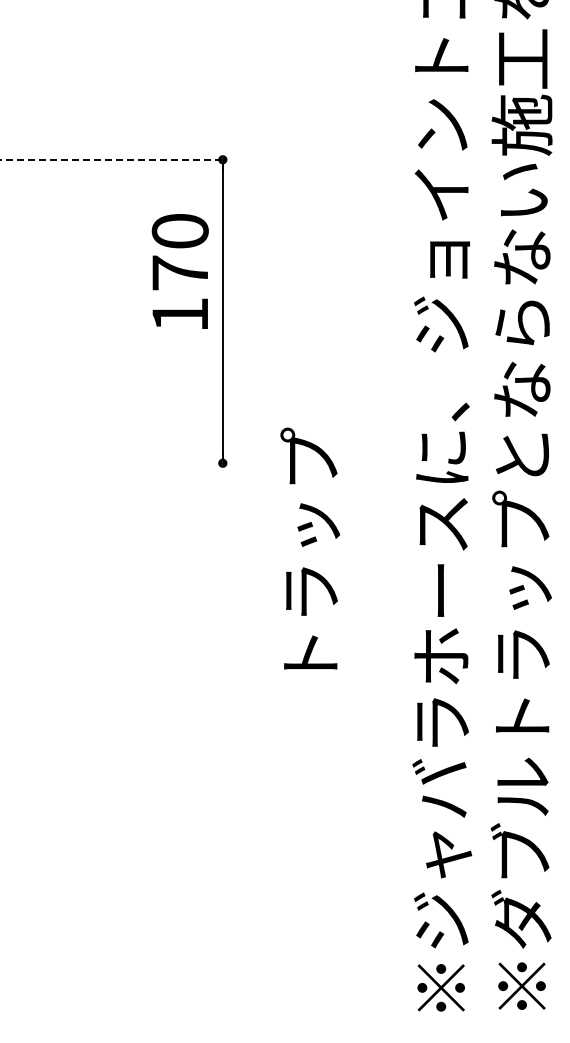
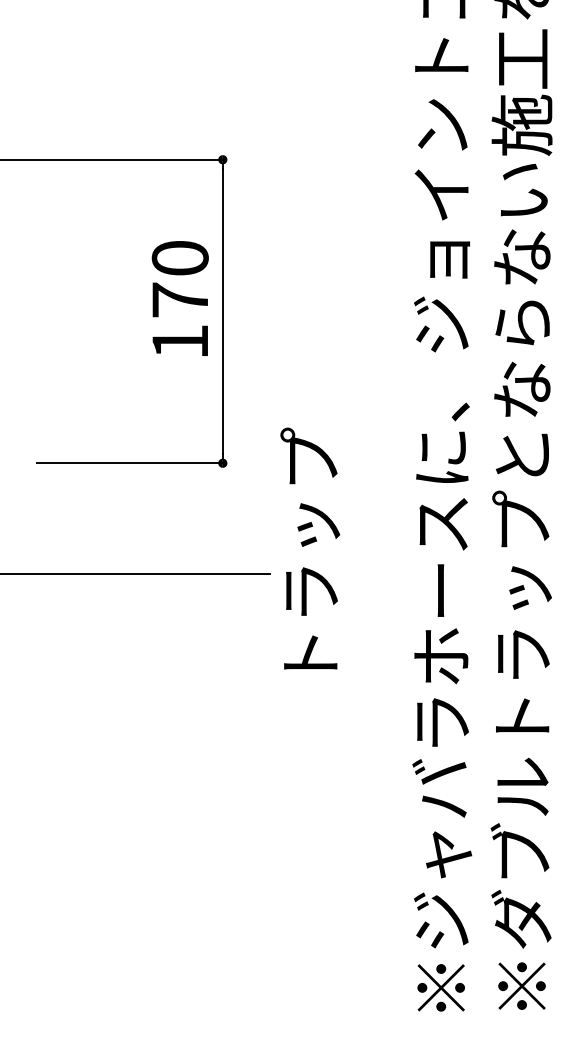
line at (112, 159): dashed -> solid
text at (179, 271) position: (179, 271) -> (179, 298)
line at (129, 463): none -> present
line at (136, 574): none -> present
